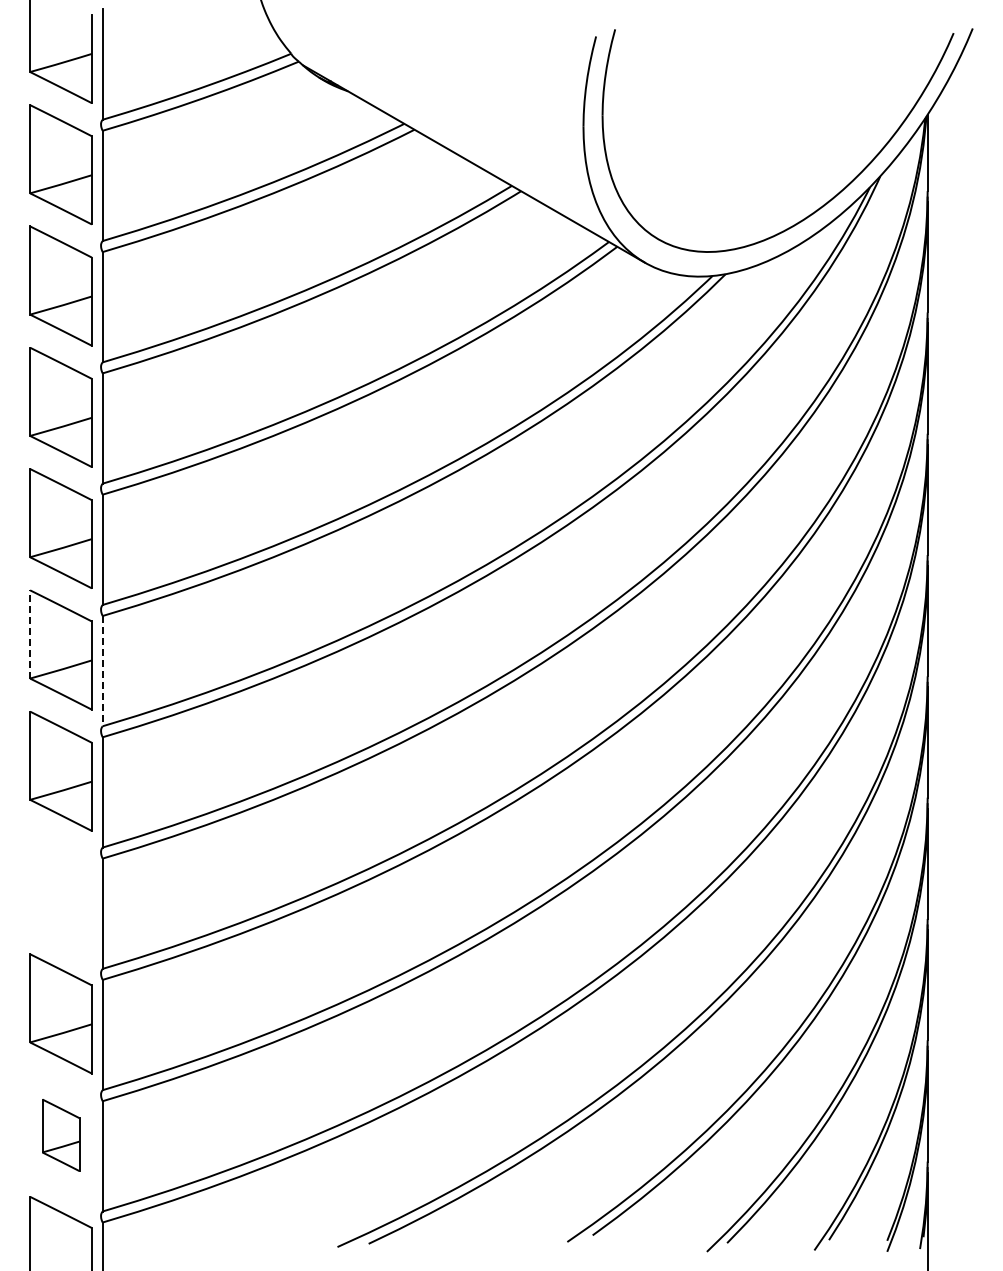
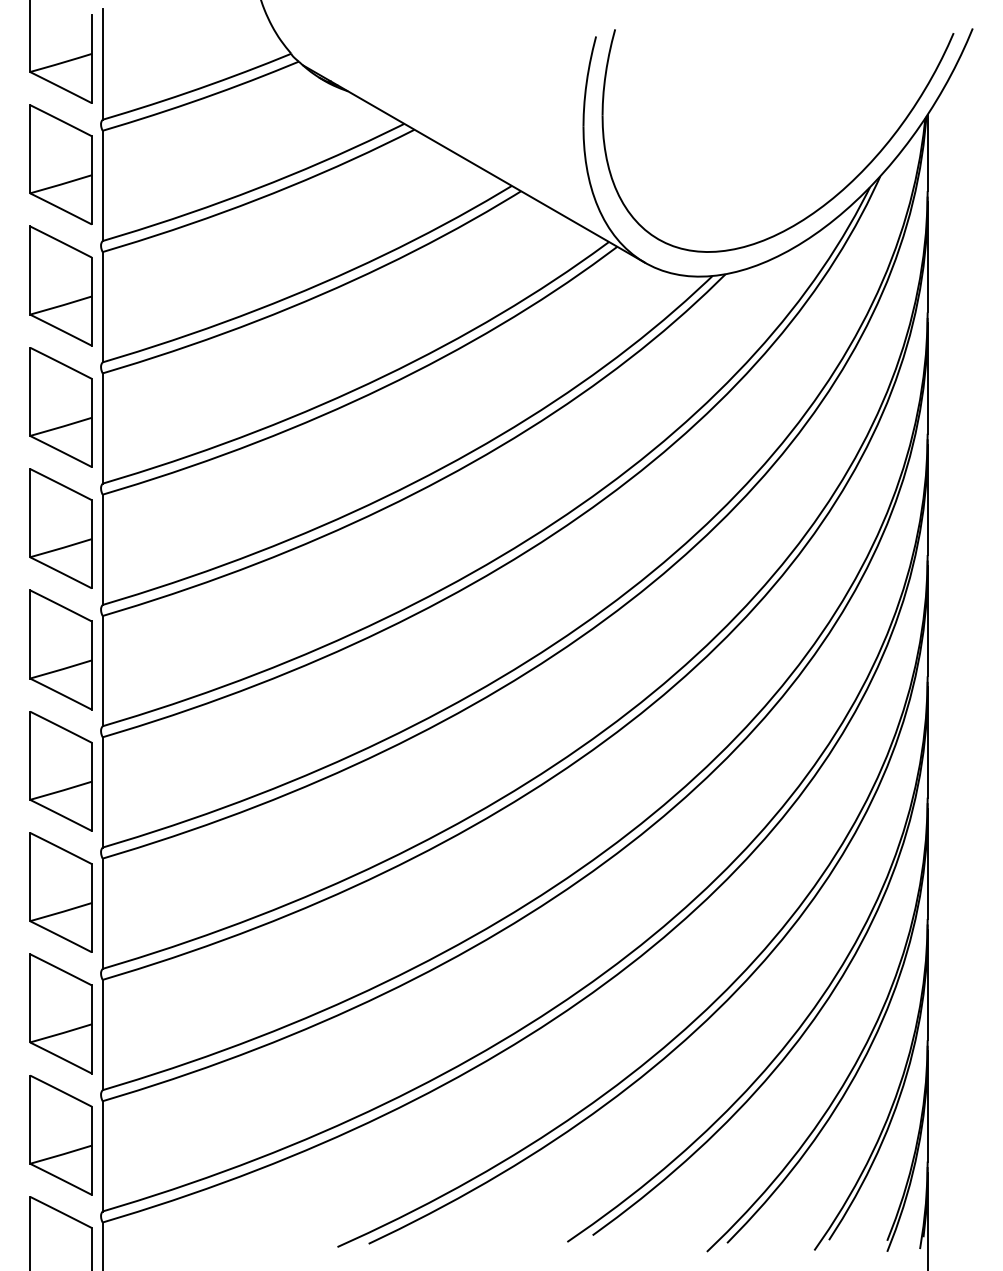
line at (30, 633): dashed -> solid
line at (102, 671): dashed -> solid
part at (60, 892): none -> present
part at (61, 1135) size: 39x73 px -> 64x121 px
